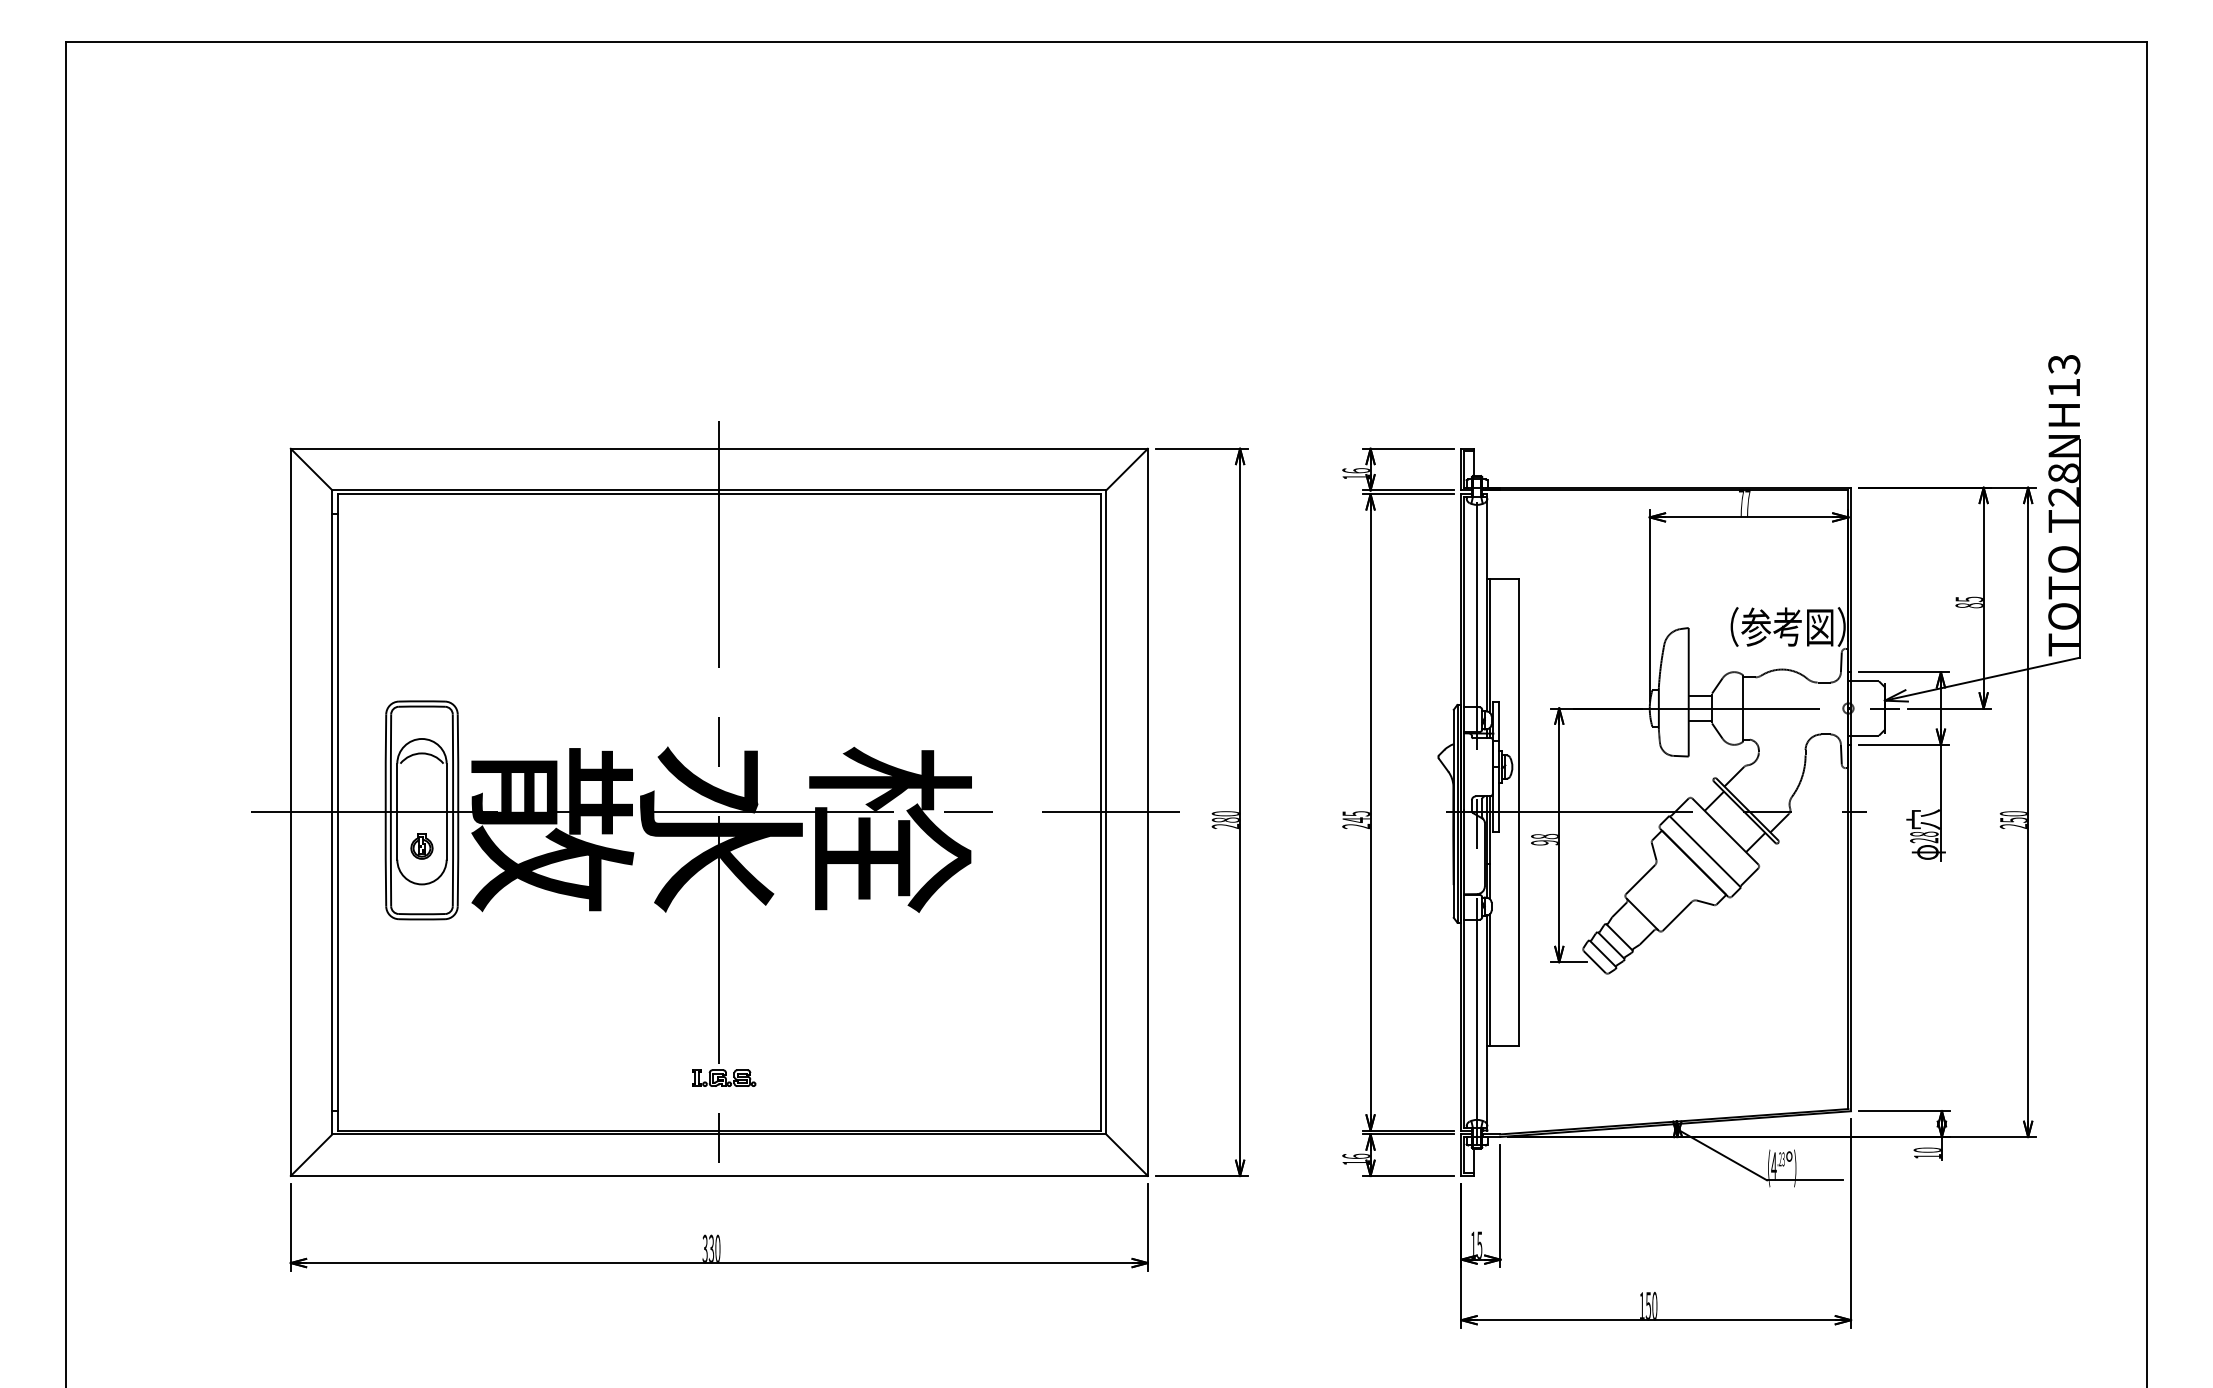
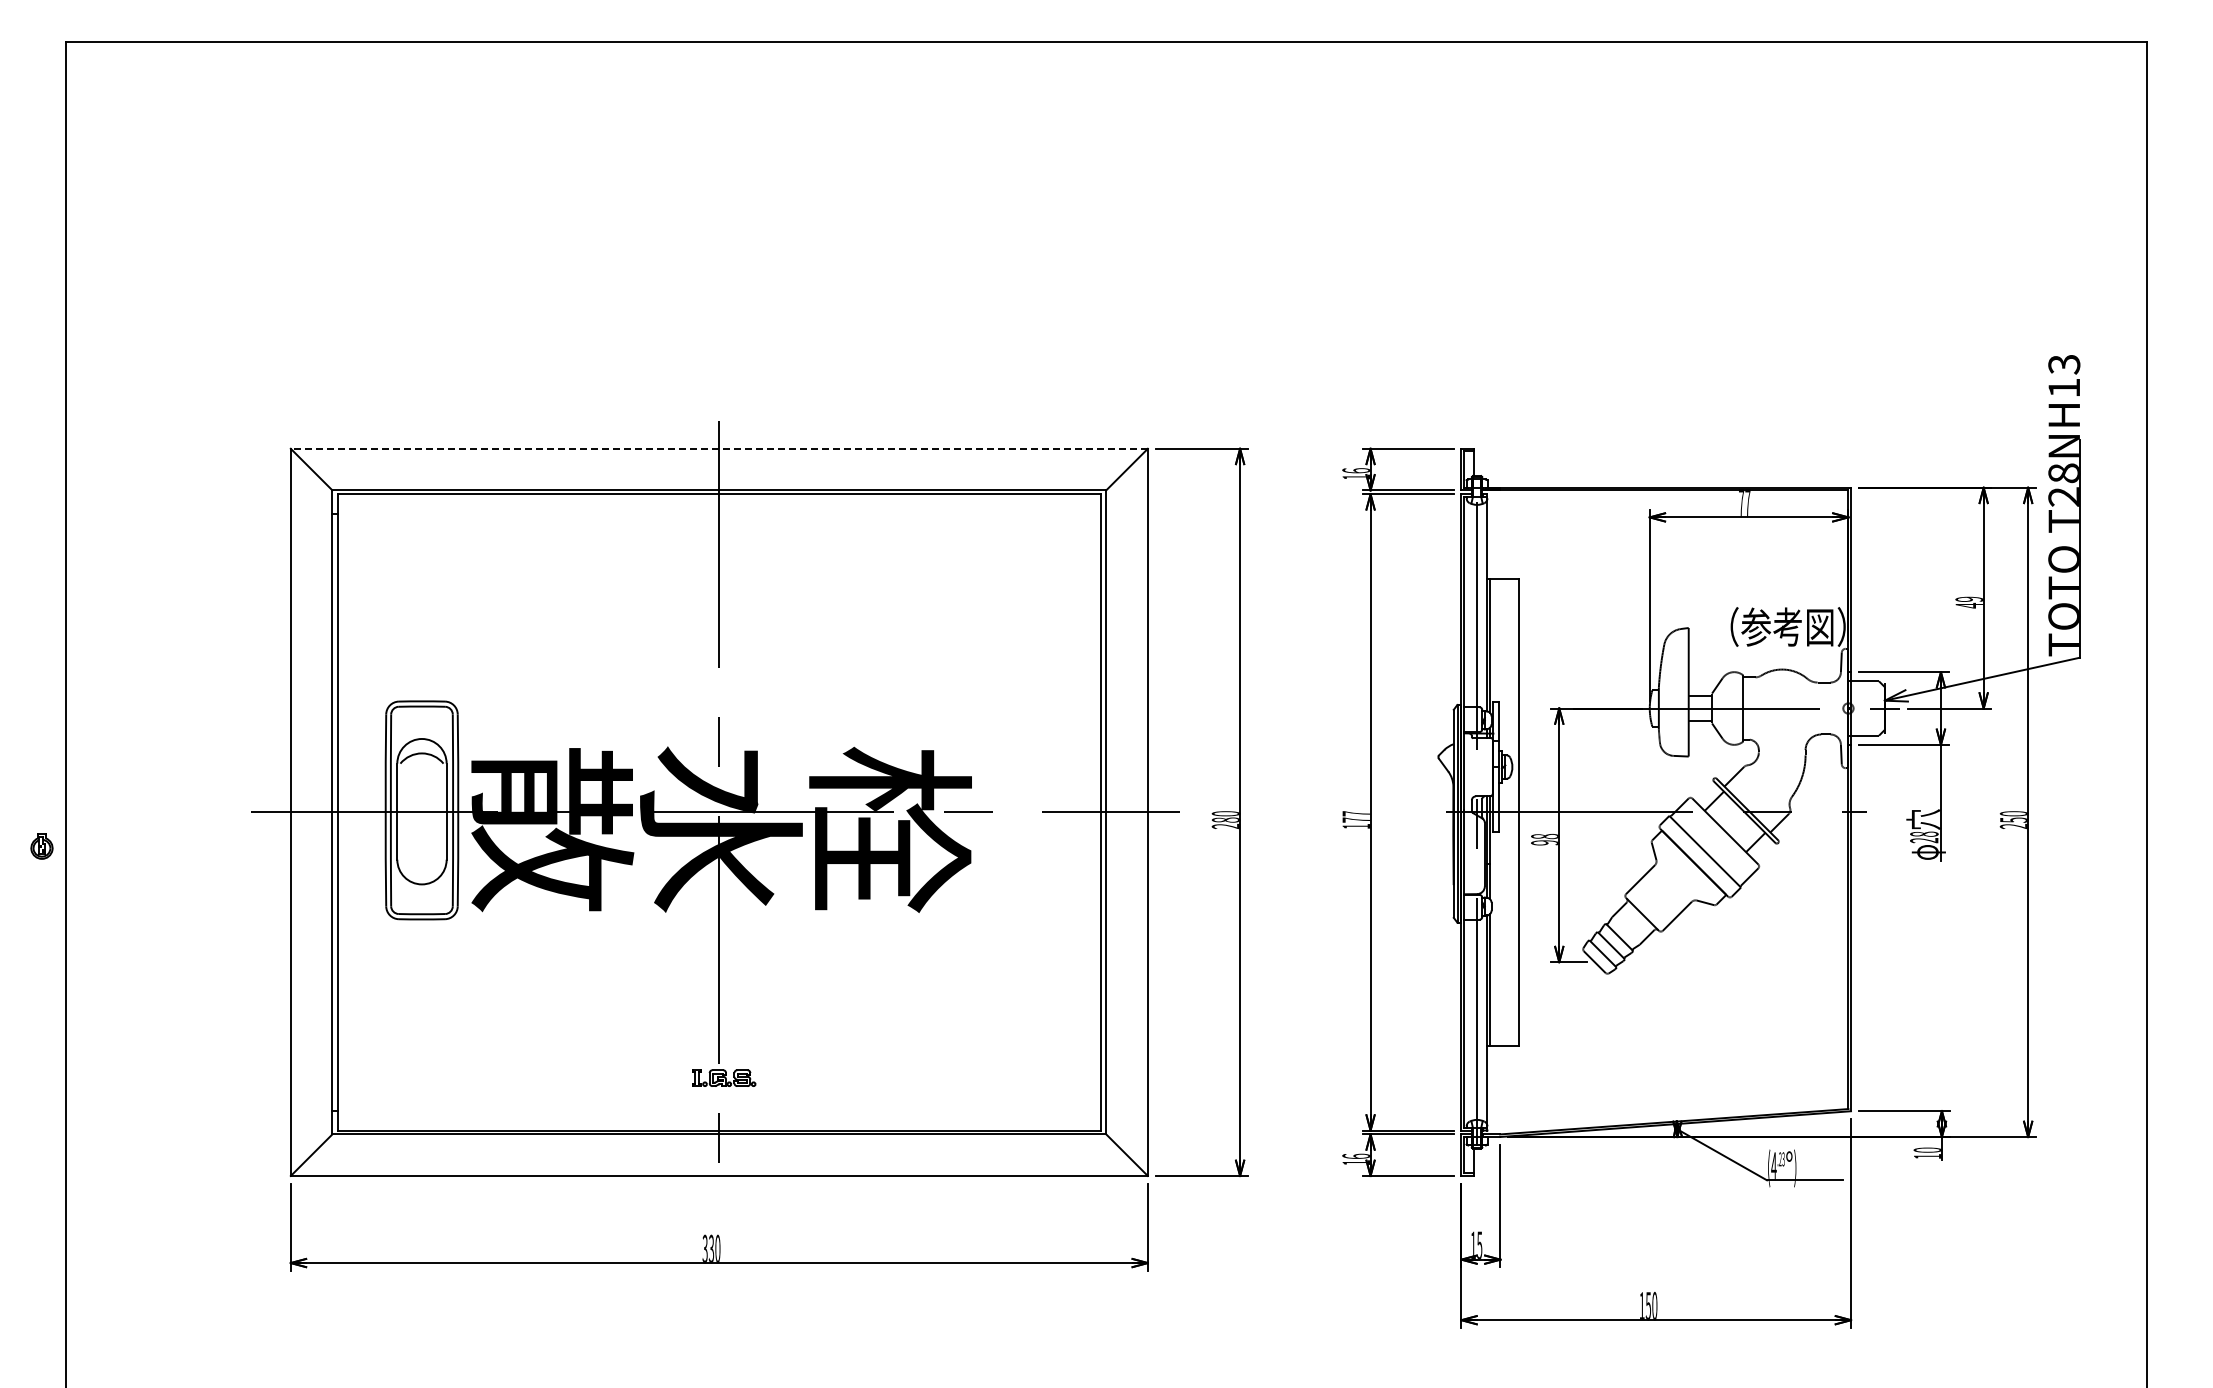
line at (719, 448): solid -> dashed
text at (1968, 602): 85 -> 49
text at (1355, 820): 245 -> 177
part at (421, 846) position: (421, 846) -> (41, 846)
